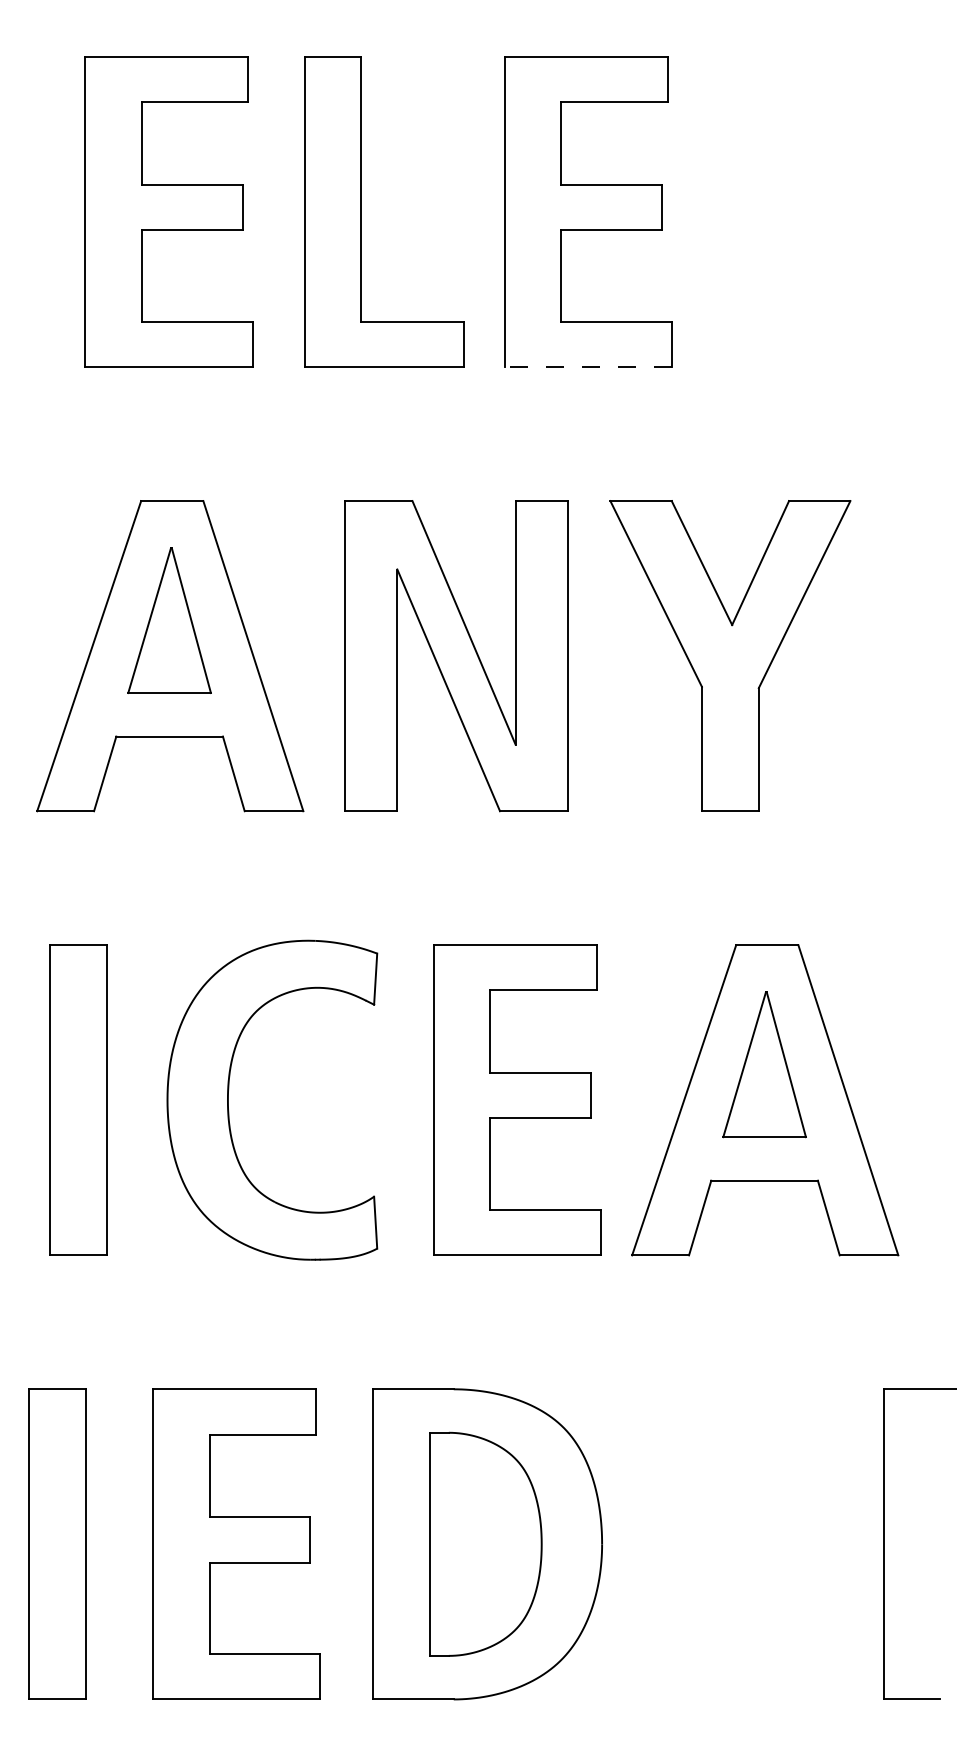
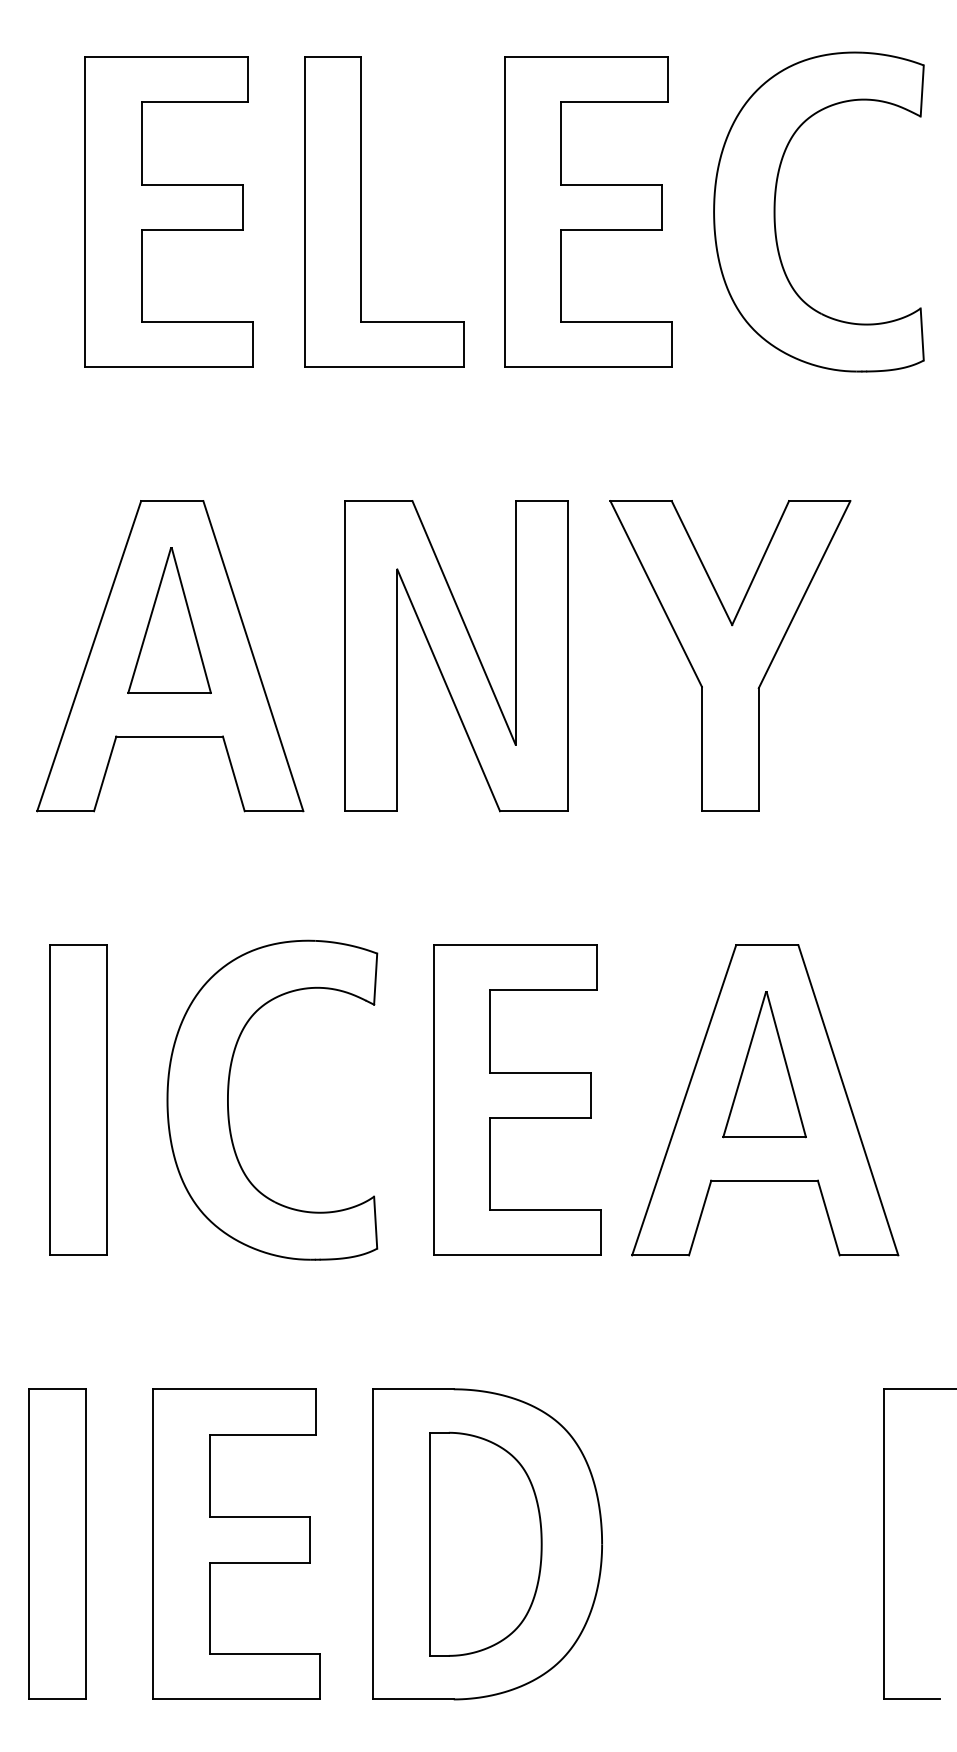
part at (775, 211): none -> present
line at (588, 367): dashed -> solid
